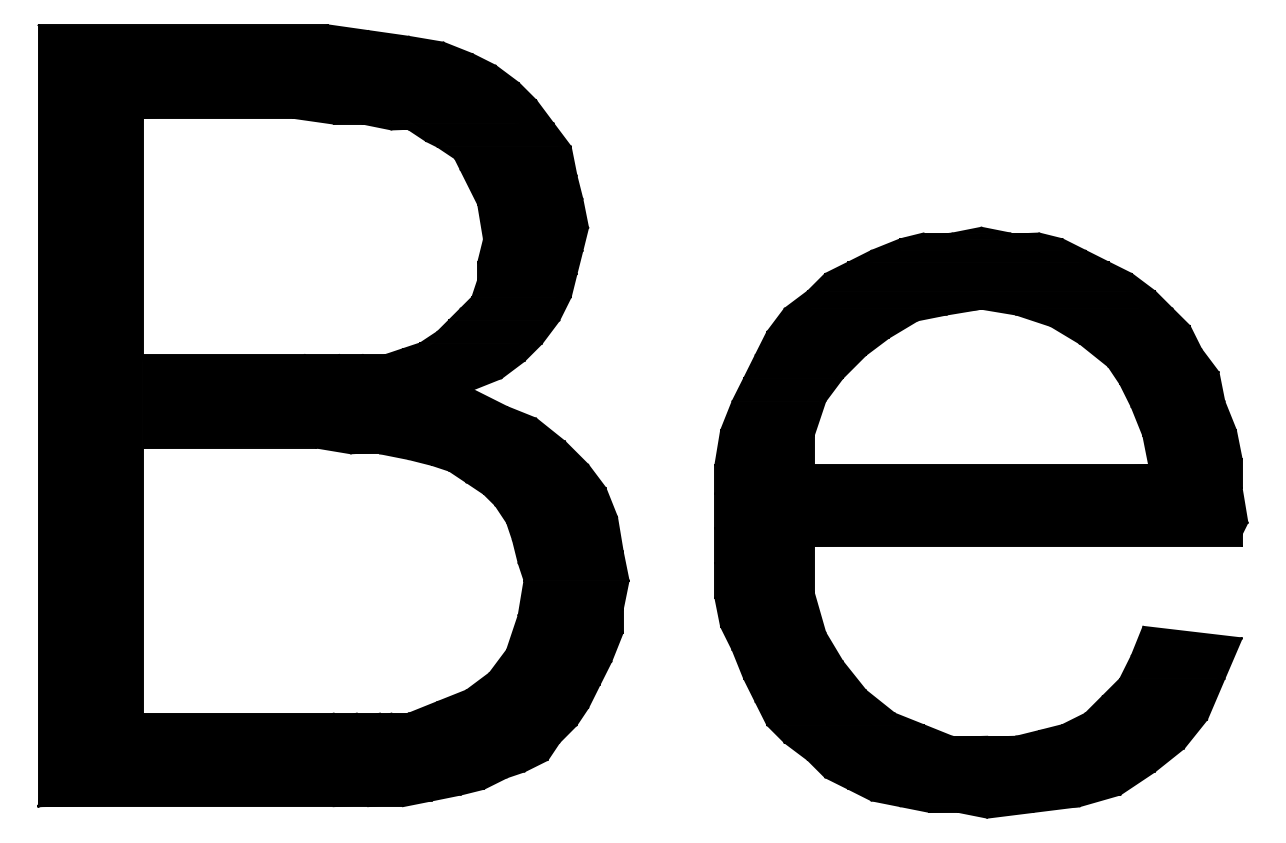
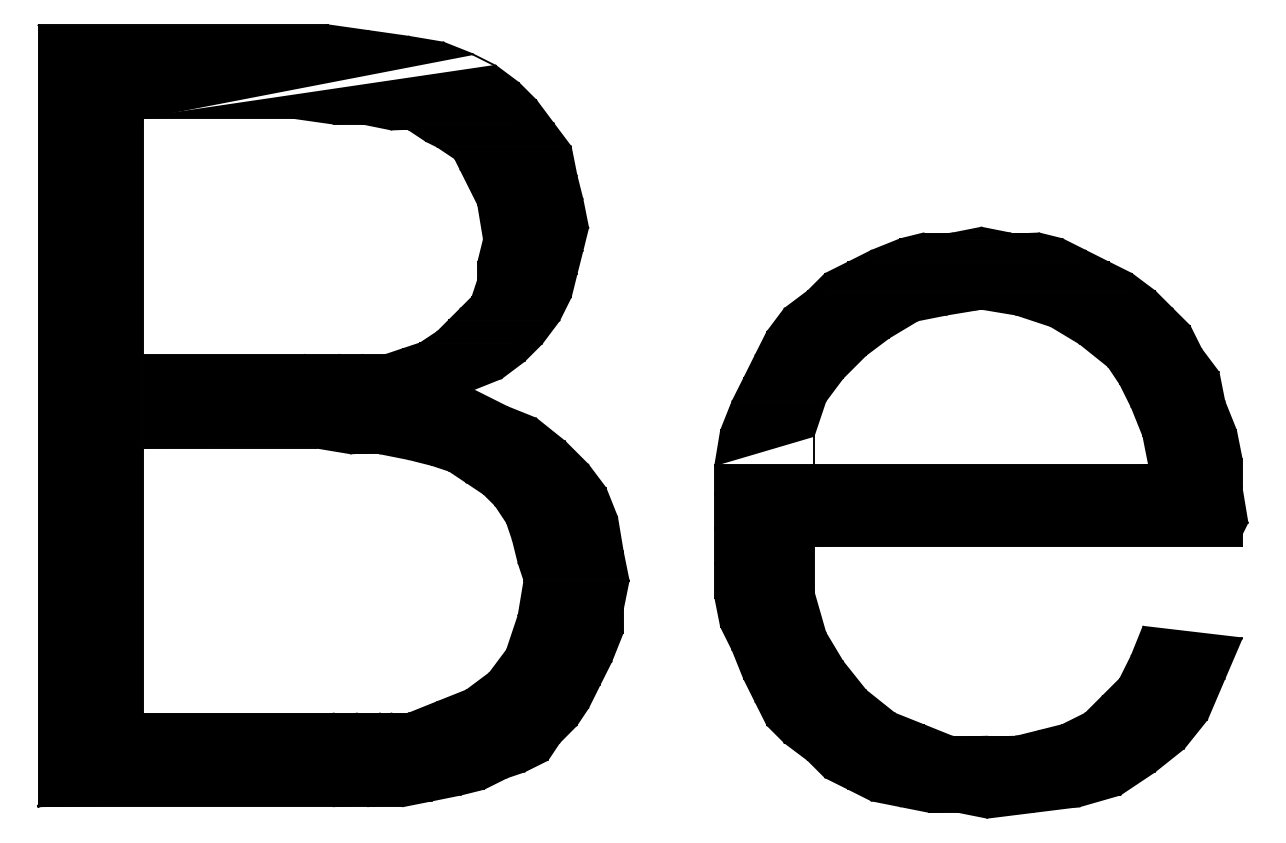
fill at (318, 85): present -> none
fill at (764, 449): present -> none
